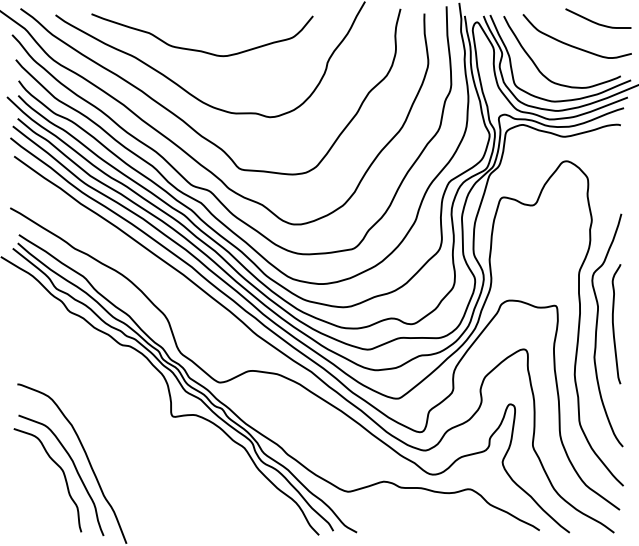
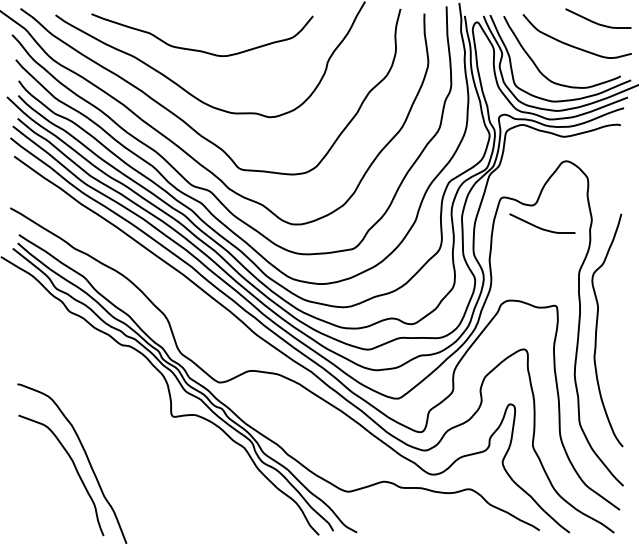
curve at (541, 227): none -> present
curve at (614, 326): present -> none
curve at (63, 475): present -> none
